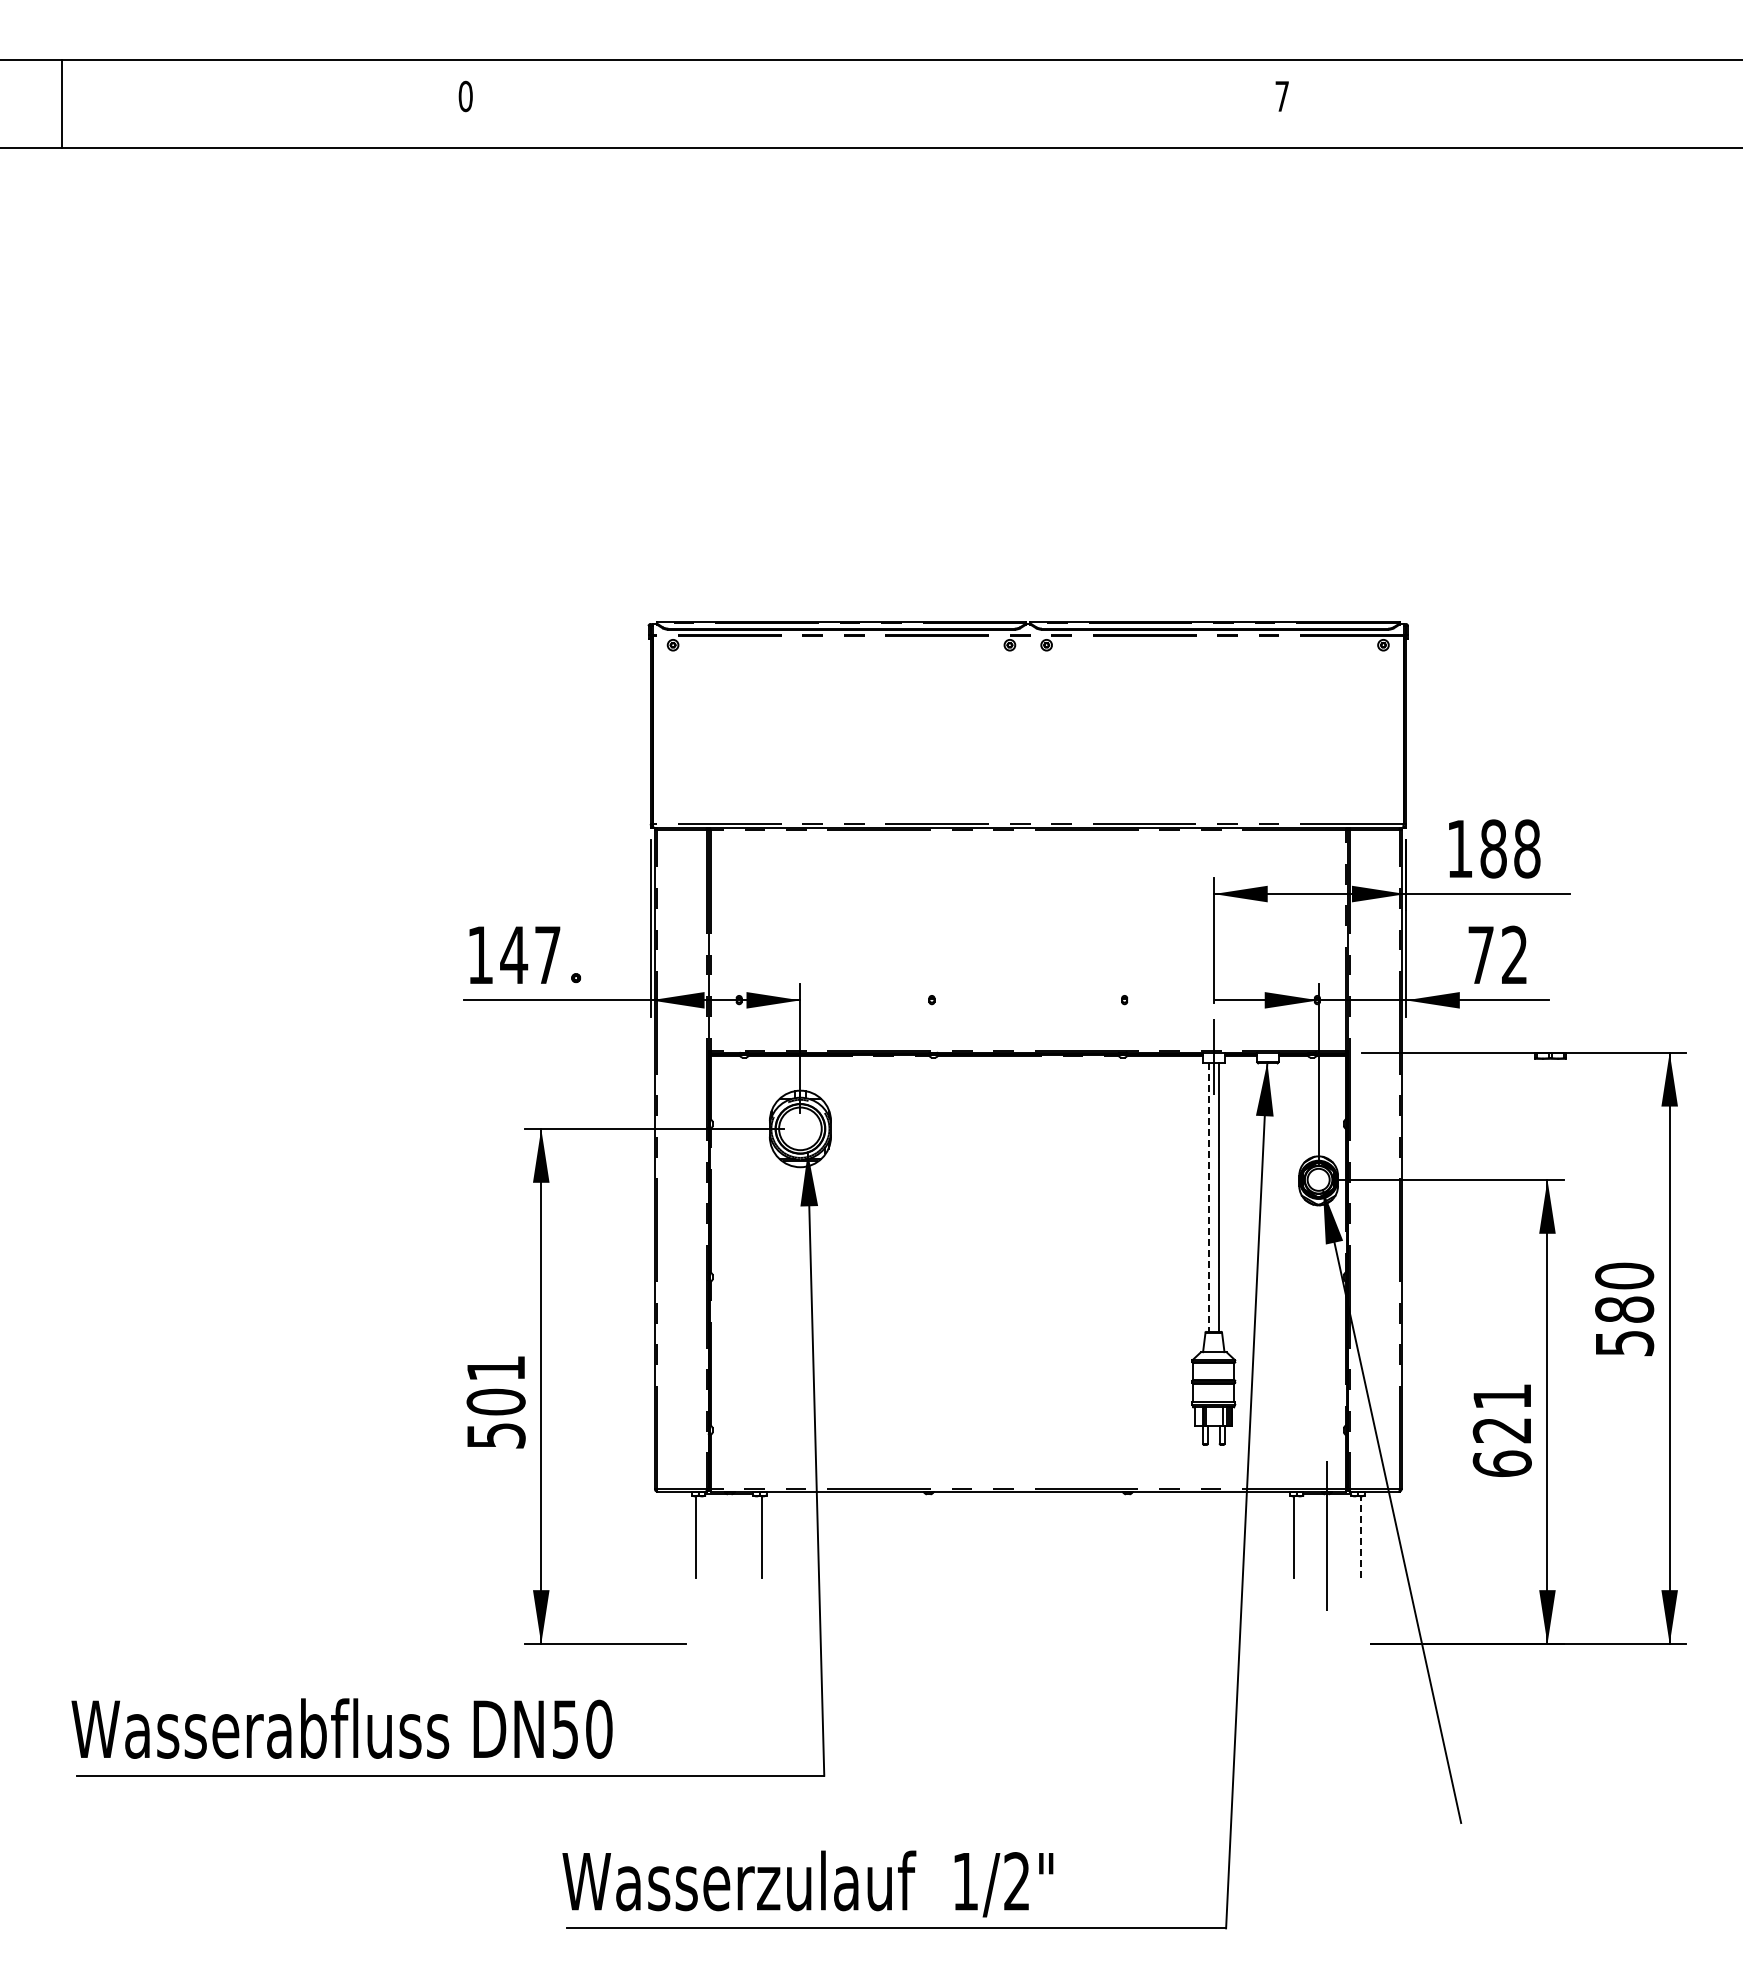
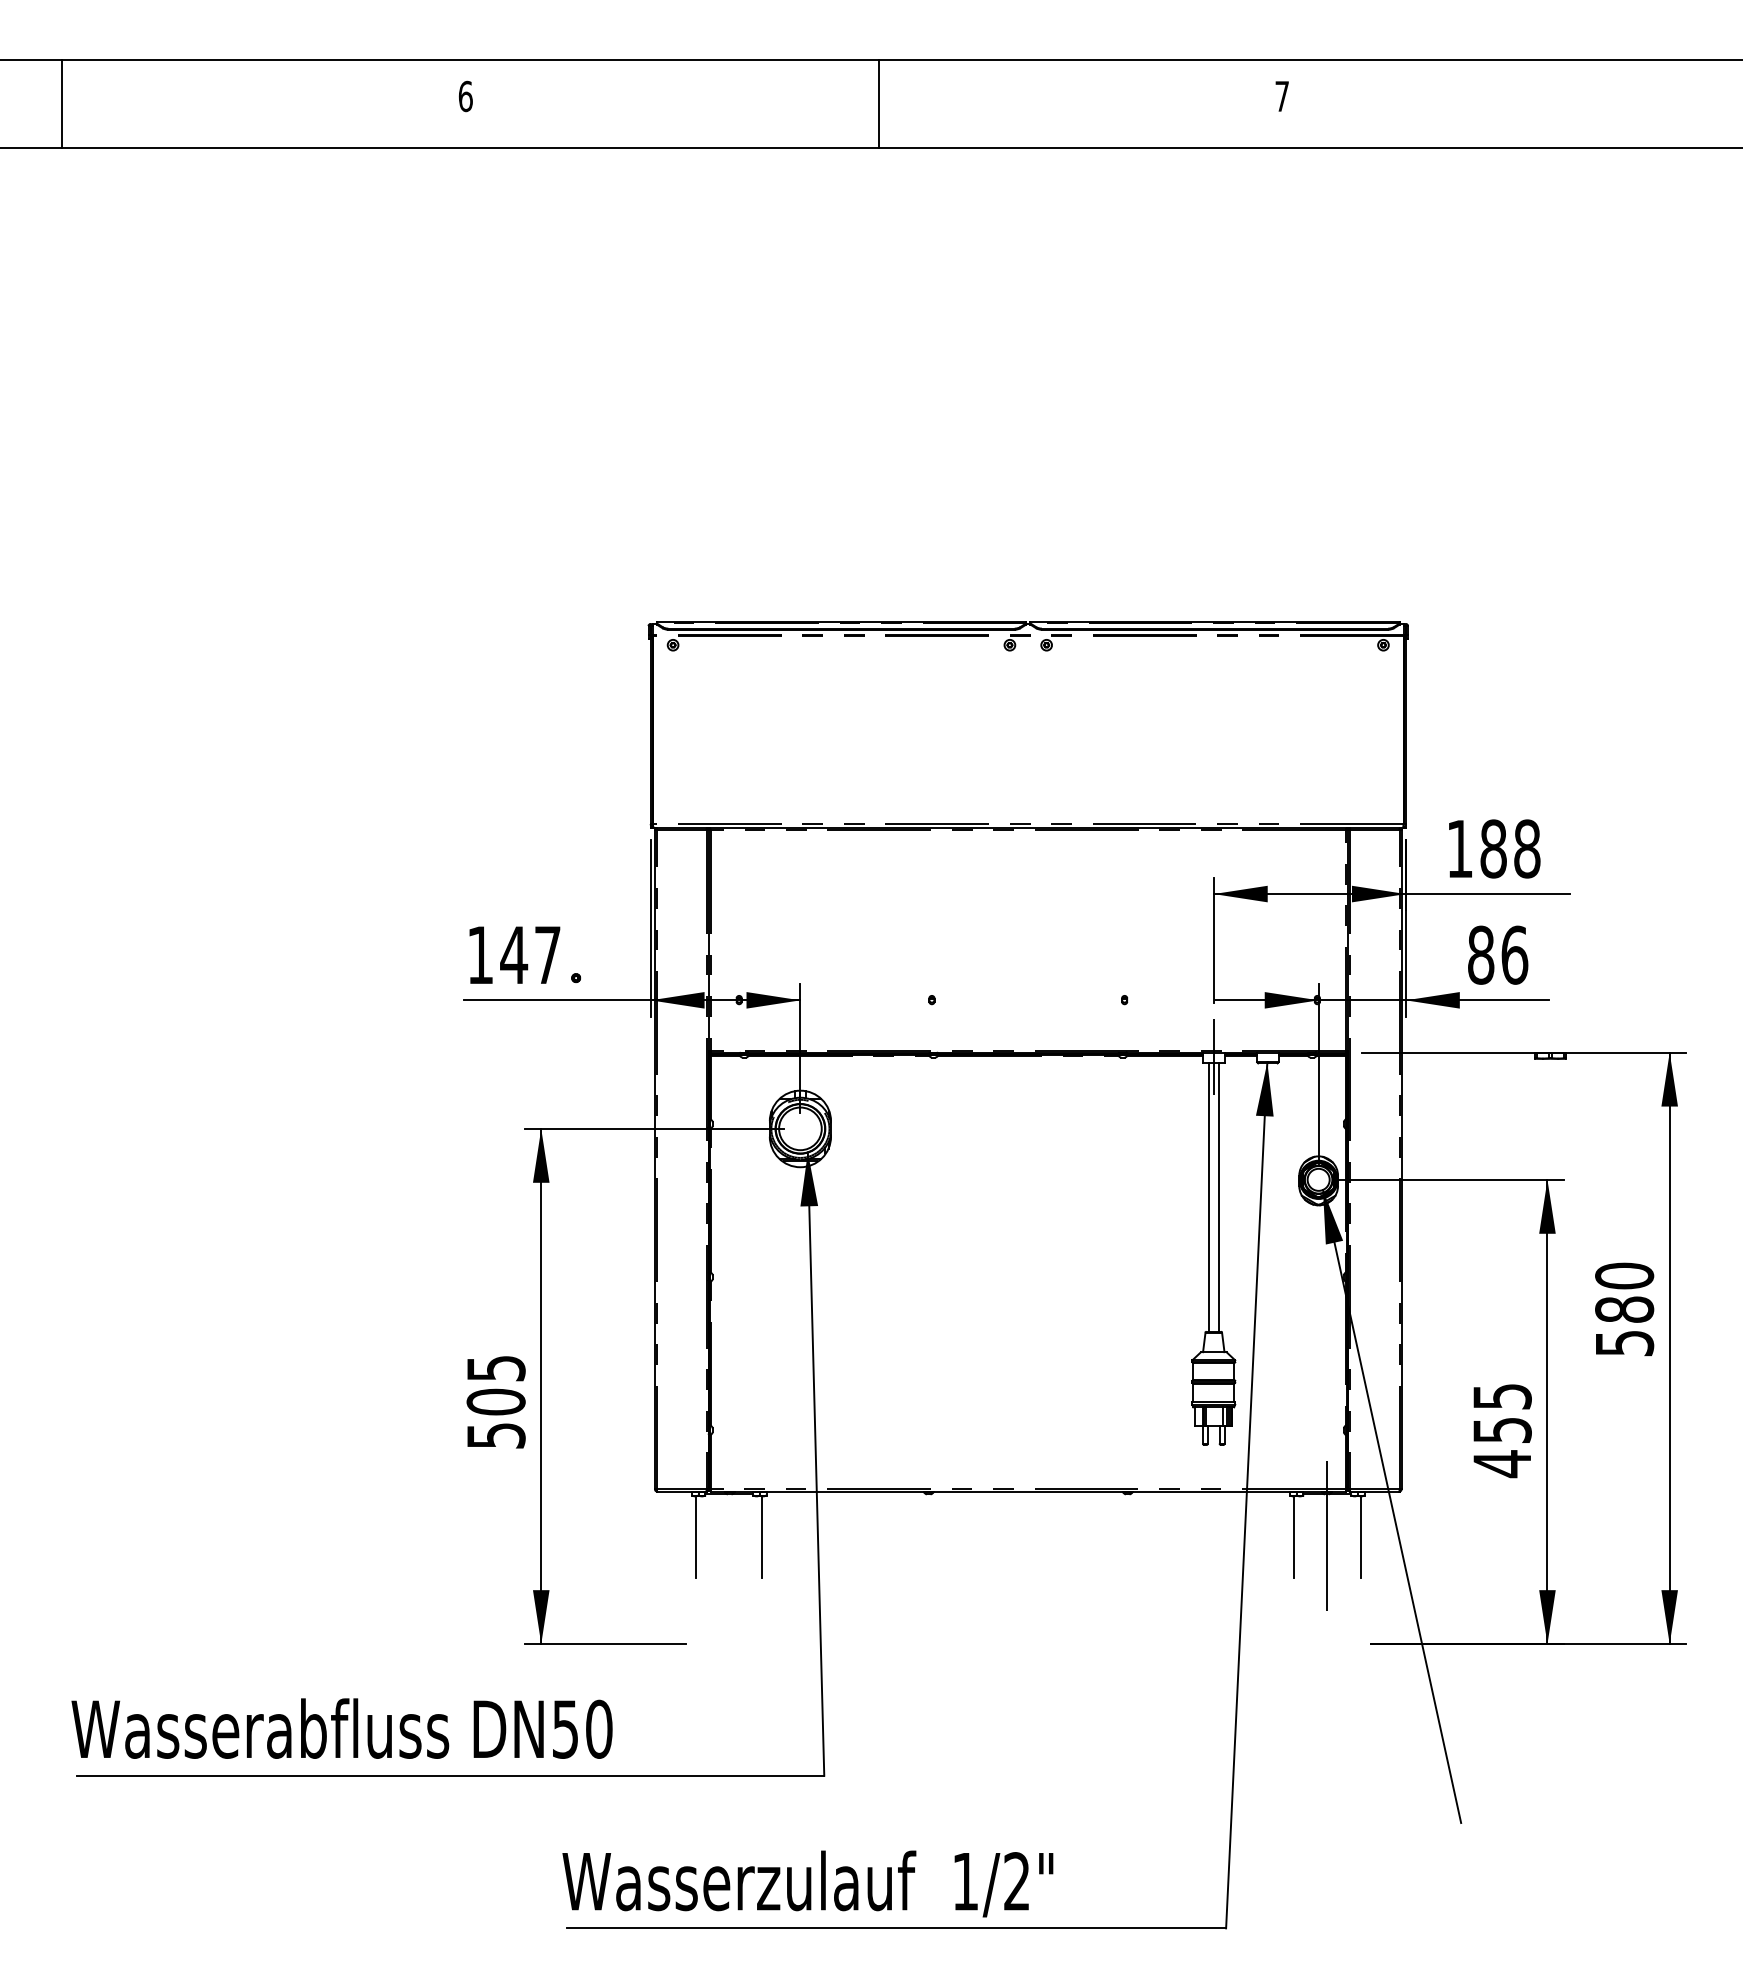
text at (465, 95): 0 -> 6
line at (878, 103): none -> present
text at (1498, 954): 72 -> 86
line at (1208, 1197): dashed -> solid
text at (496, 1368): 501 -> 505
text at (1501, 1431): 621 -> 455
line at (1360, 1537): dashed -> solid
